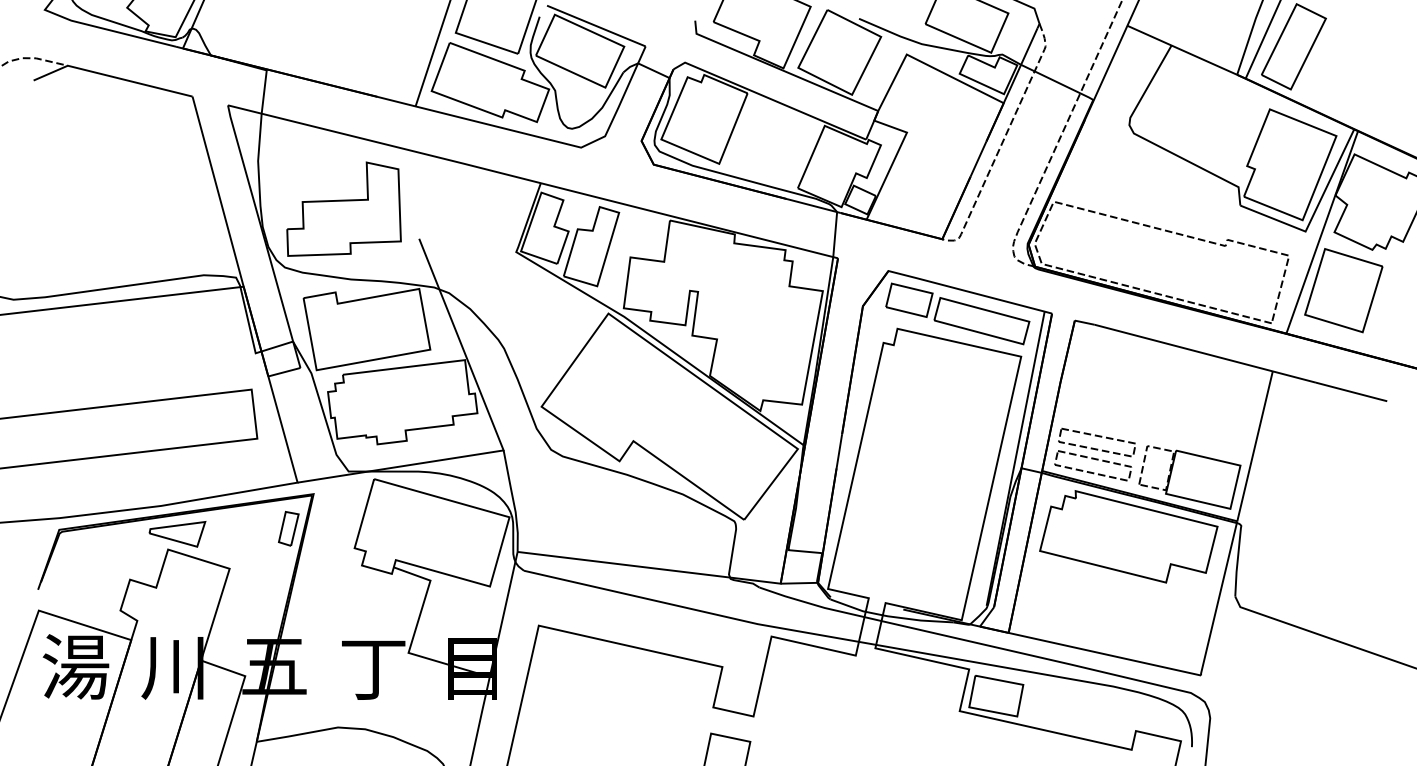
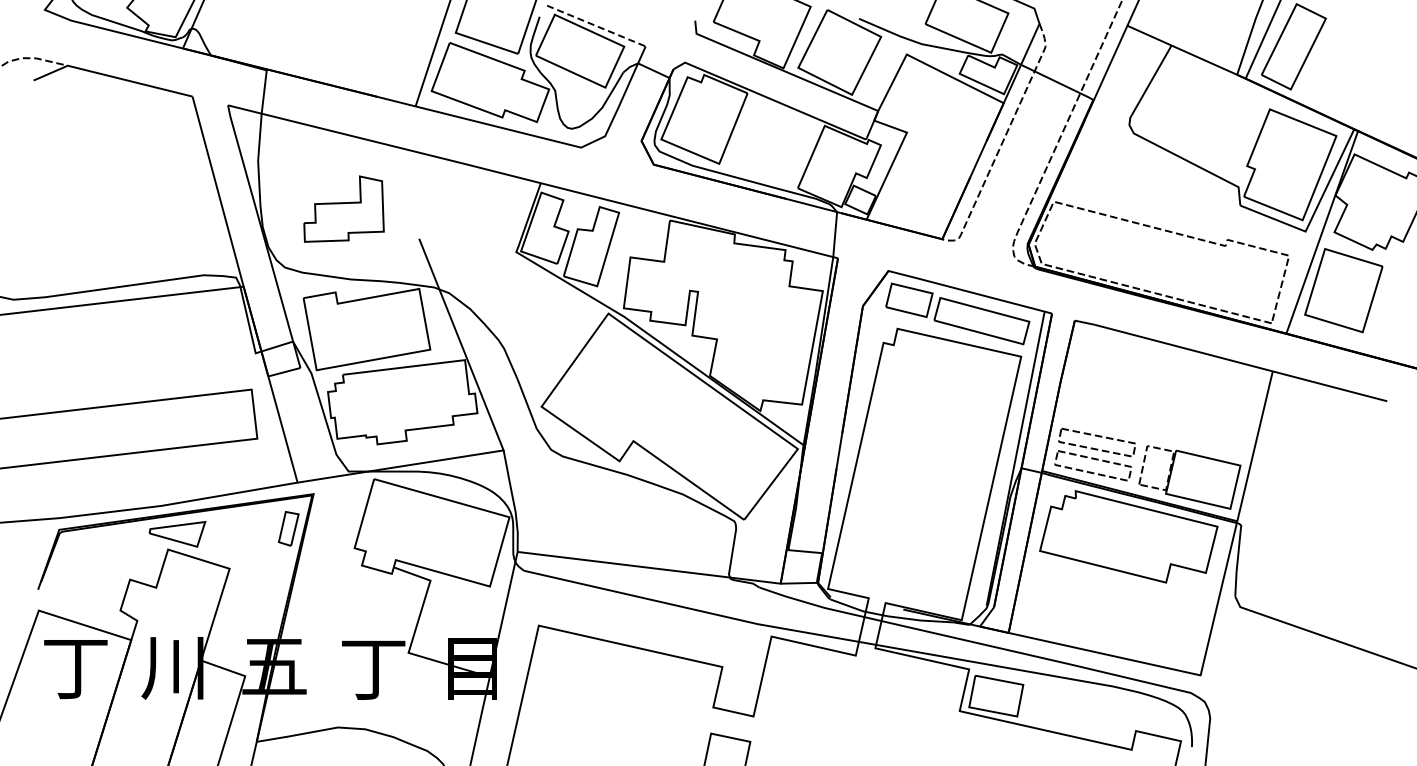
line at (596, 26): solid -> dashed
part at (343, 208) size: 116x96 px -> 82x68 px
text at (75, 666): 湯 -> 丁
